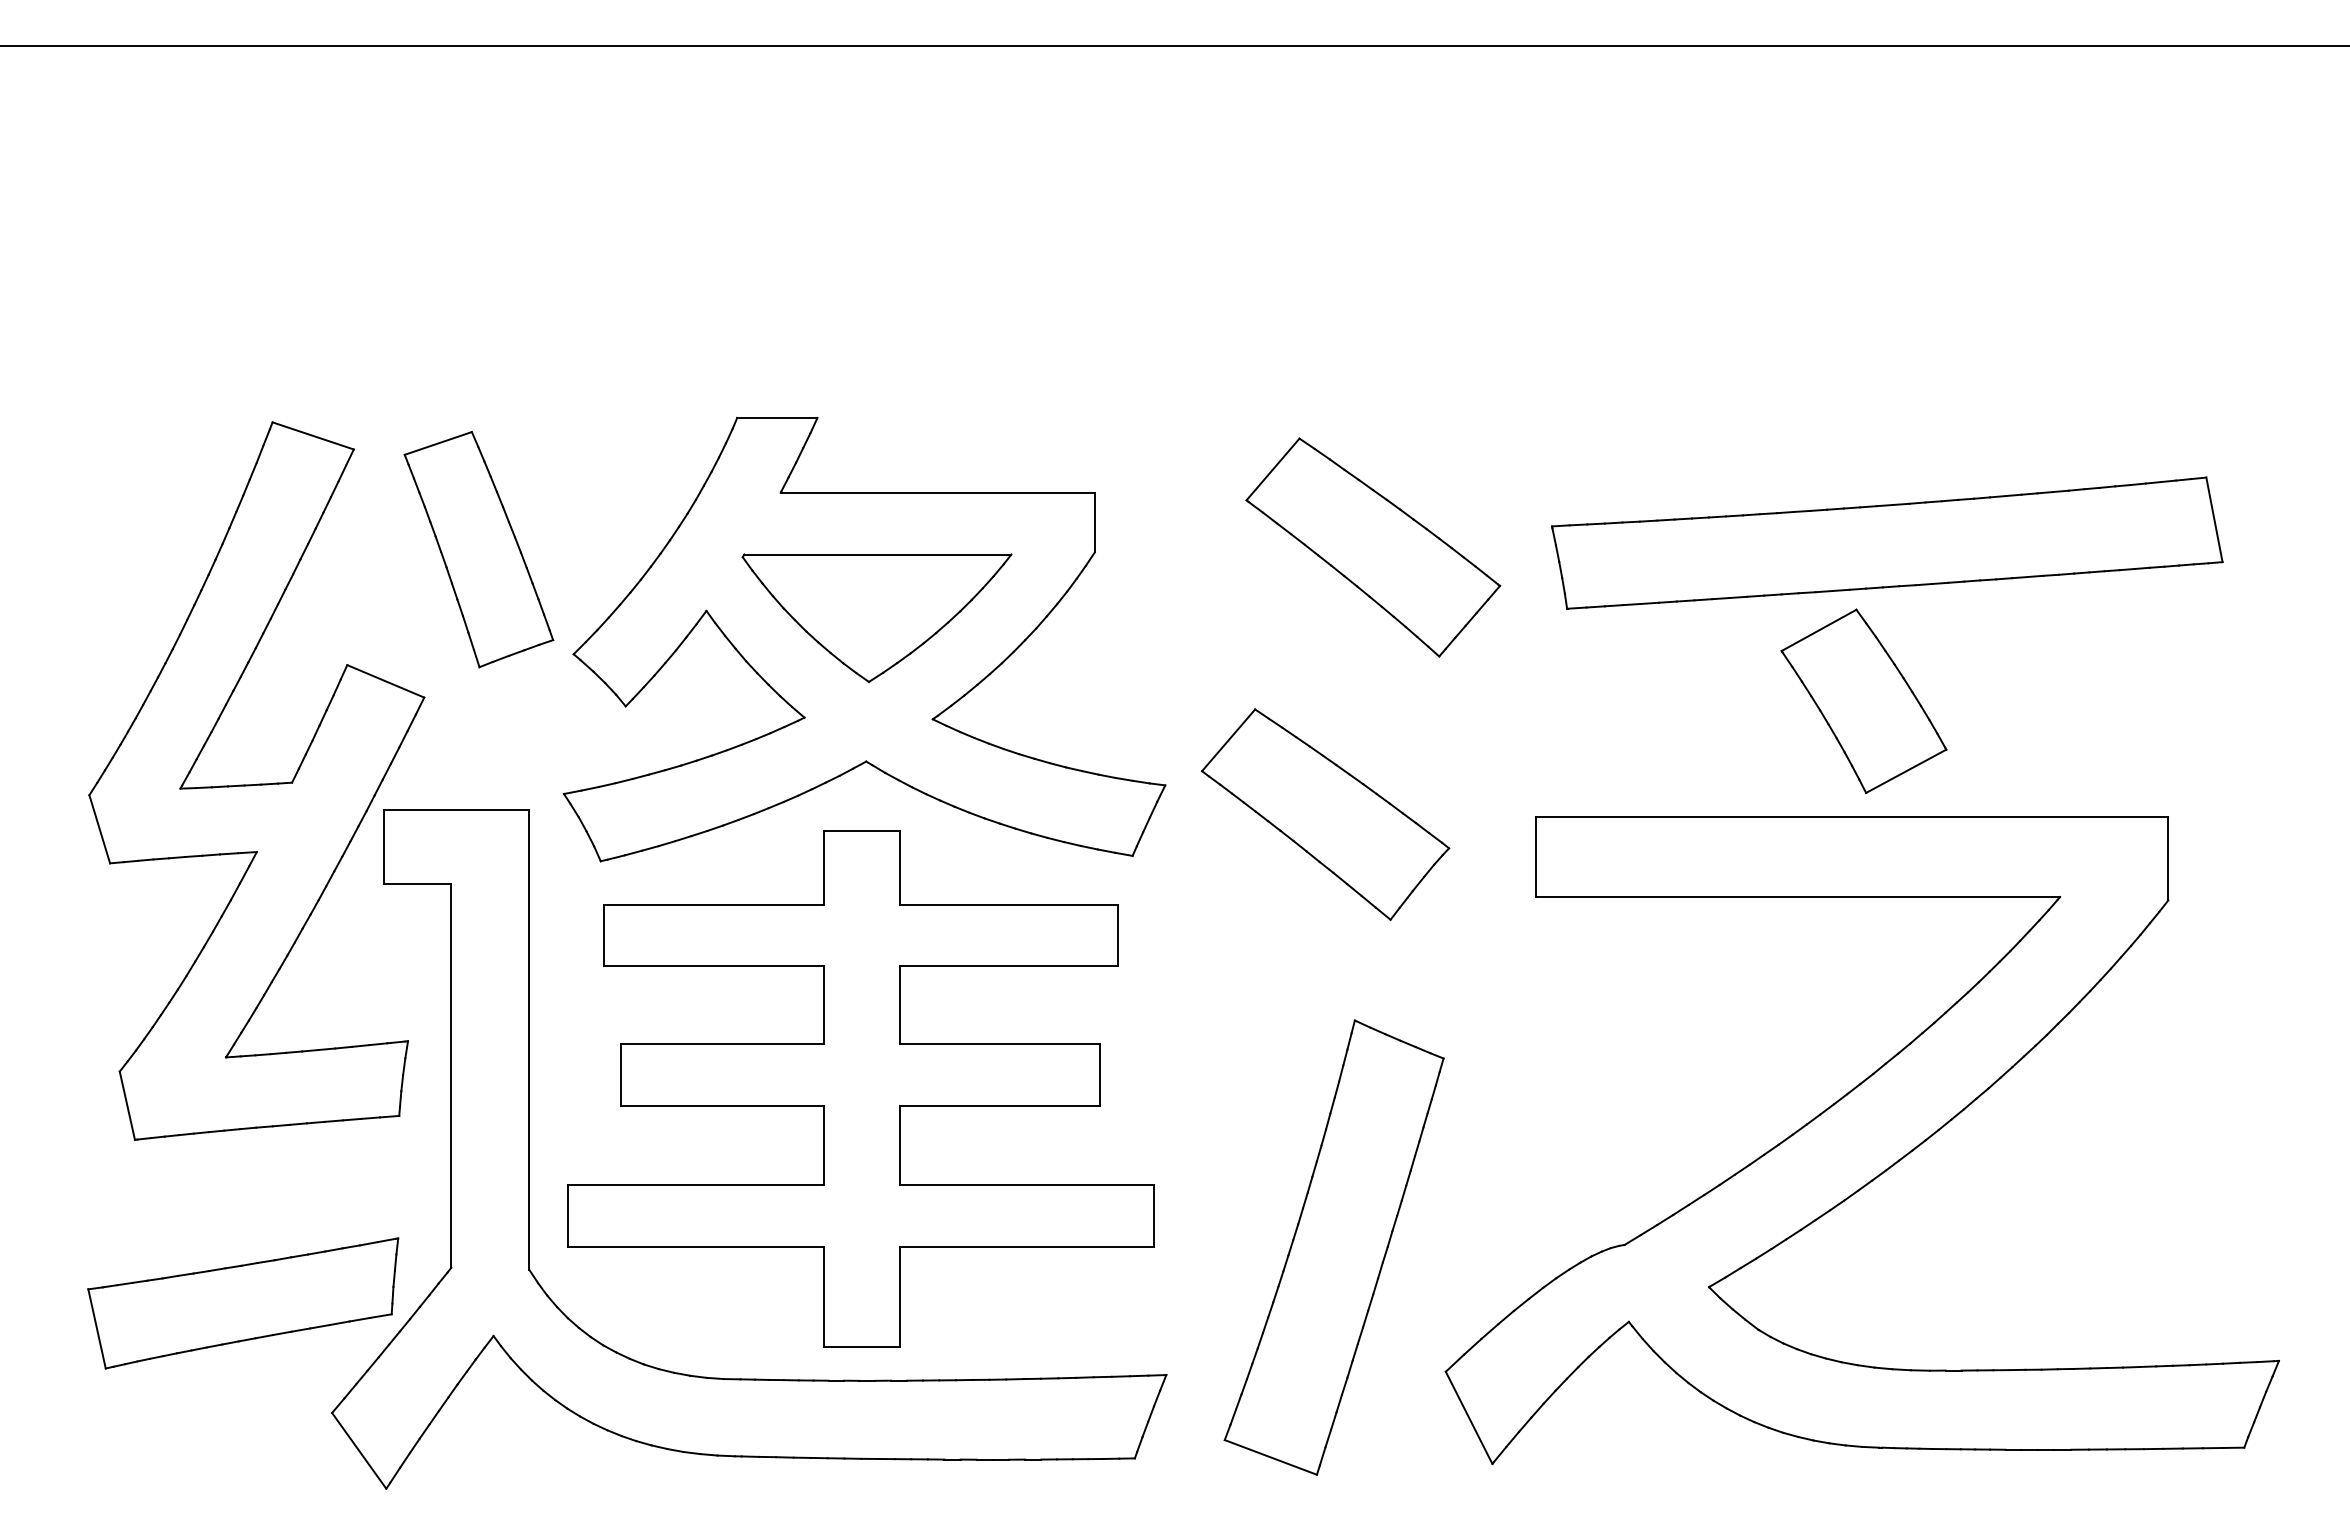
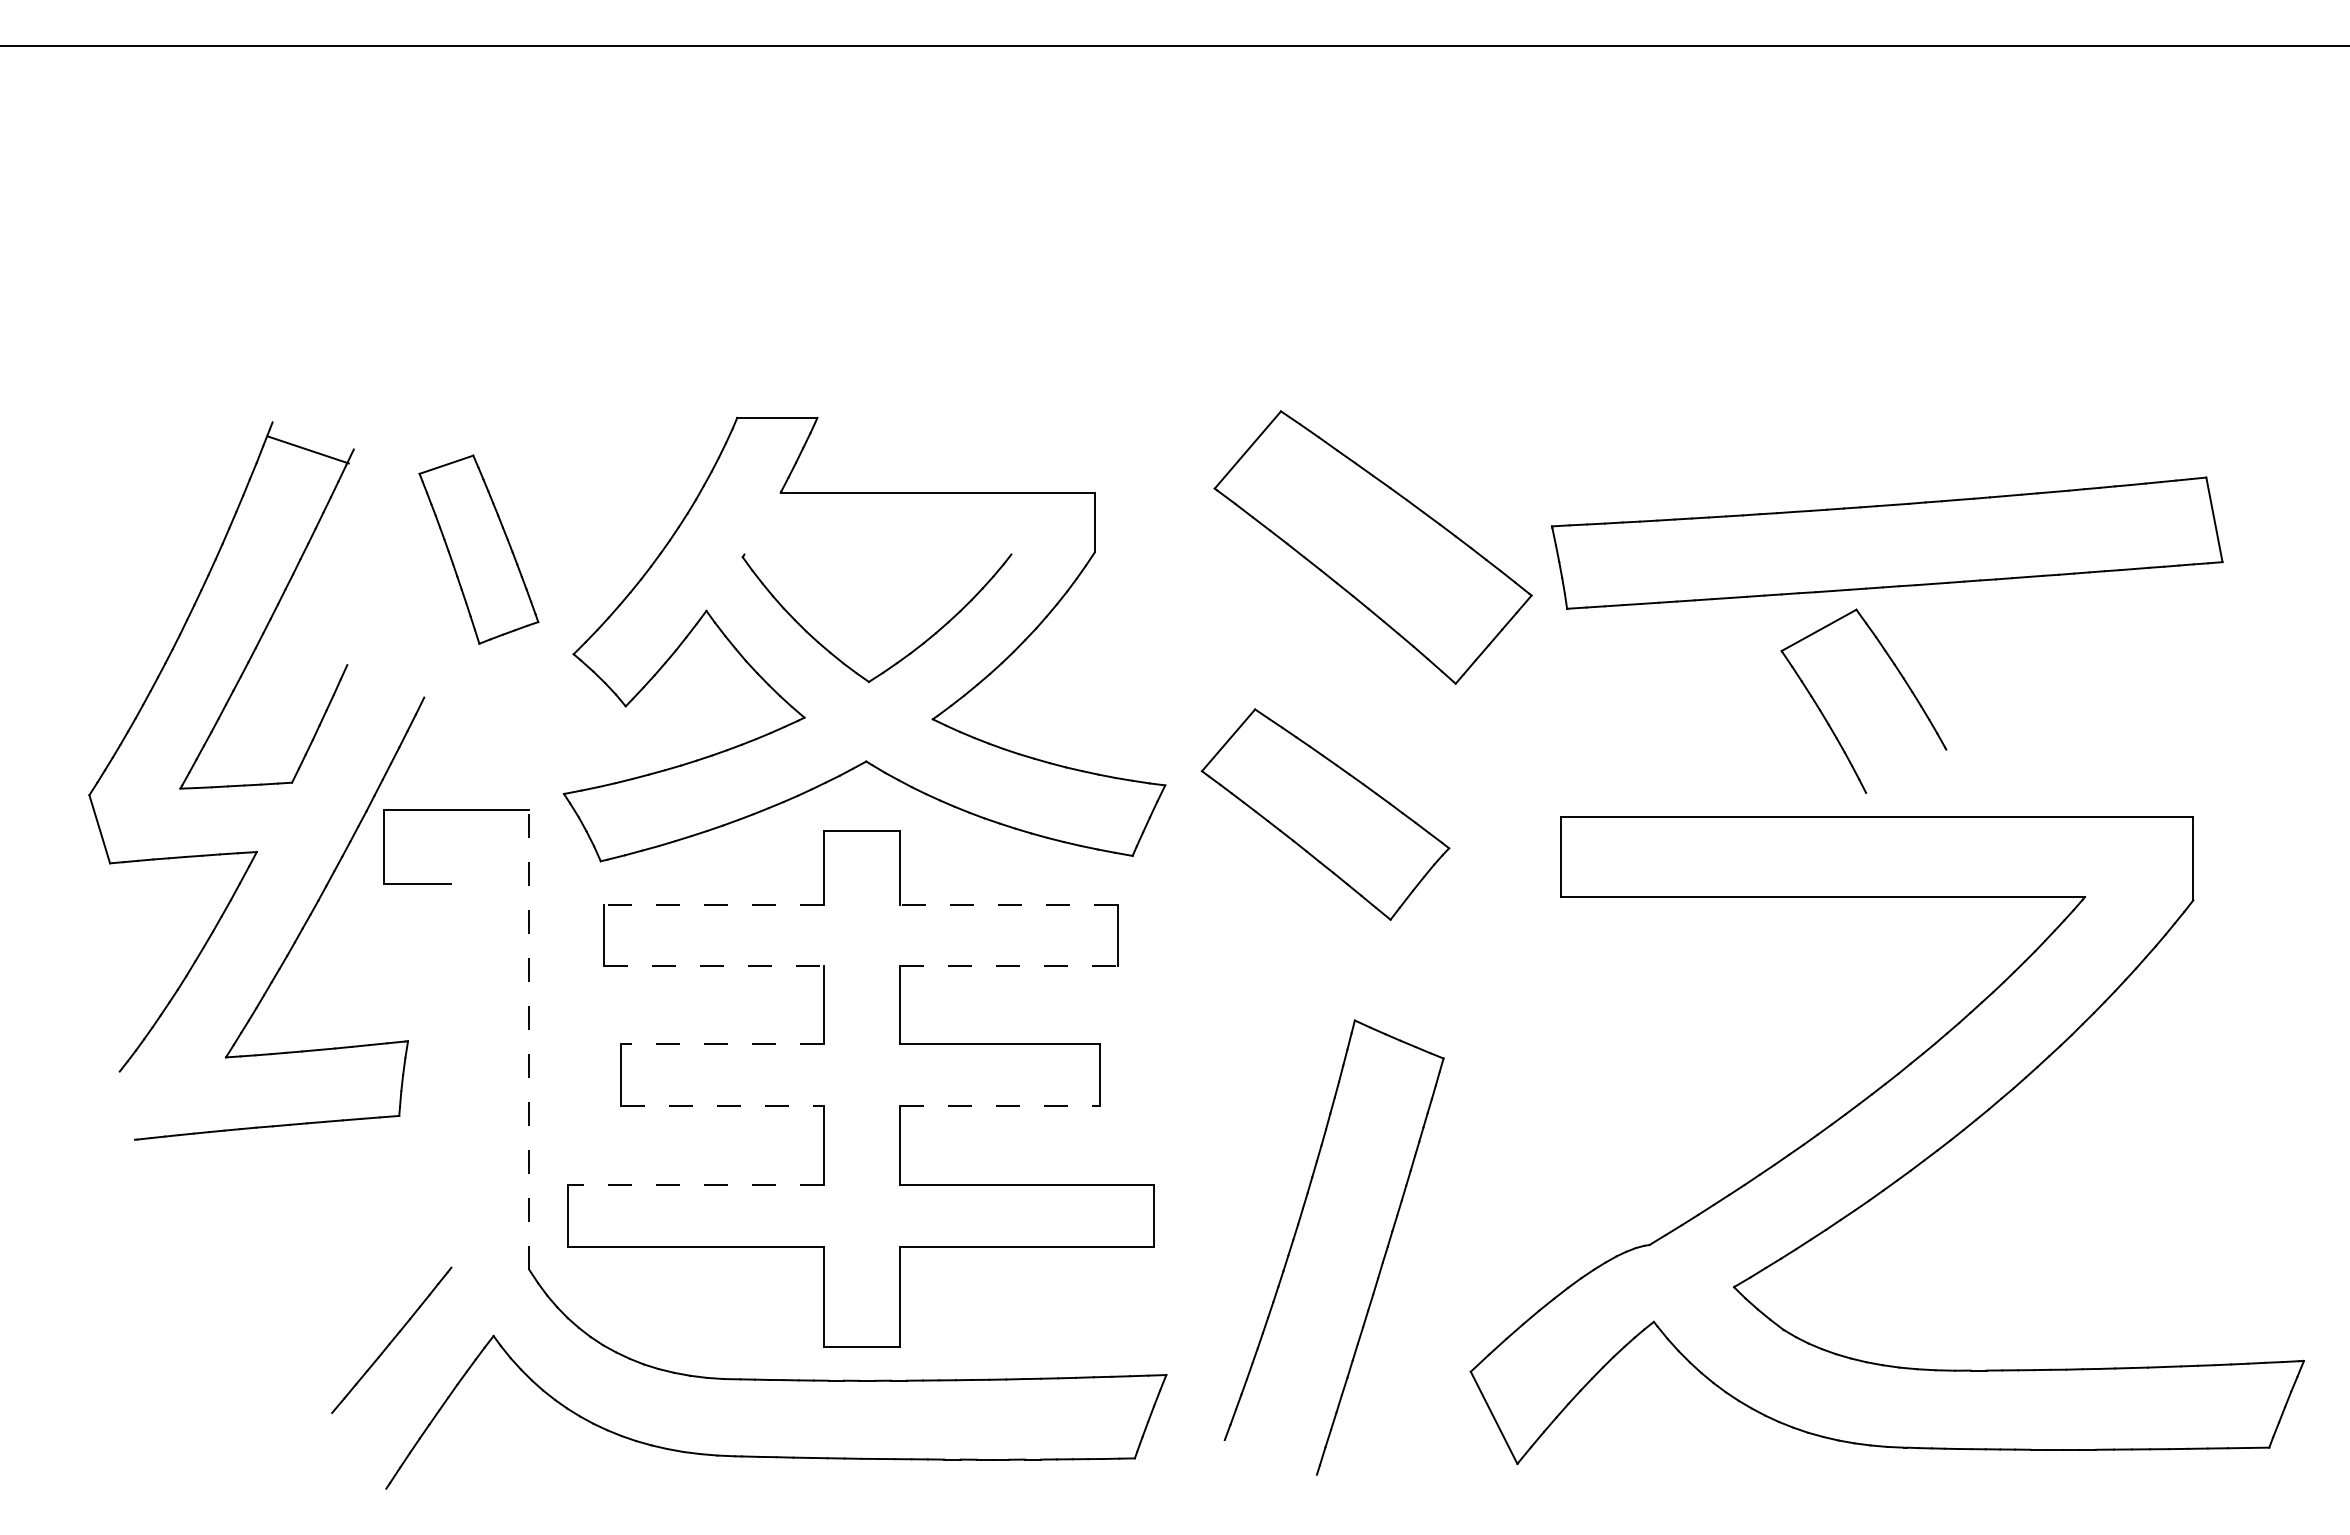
line at (312, 435) position: (312, 435) -> (307, 449)
part at (1373, 547) size: 257x221 px -> 320x275 px
part at (478, 549) size: 152x238 px -> 122x191 px
line at (877, 554): present -> none
line at (385, 681): present -> none
line at (1906, 770): present -> none
line at (714, 904): solid -> dashed
line at (1008, 904): solid -> dashed
line at (714, 966): solid -> dashed
line at (1008, 966): solid -> dashed
line at (529, 1040): solid -> dashed
line at (722, 1044): solid -> dashed
line at (451, 1075): present -> none
line at (126, 1105): present -> none
line at (723, 1106): solid -> dashed
line at (1000, 1106): solid -> dashed
part at (1861, 1140) position: (1861, 1140) -> (1886, 1140)
line at (696, 1185): solid -> dashed
part at (243, 1303): present -> none
line at (359, 1450): present -> none
line at (1270, 1457): present -> none
